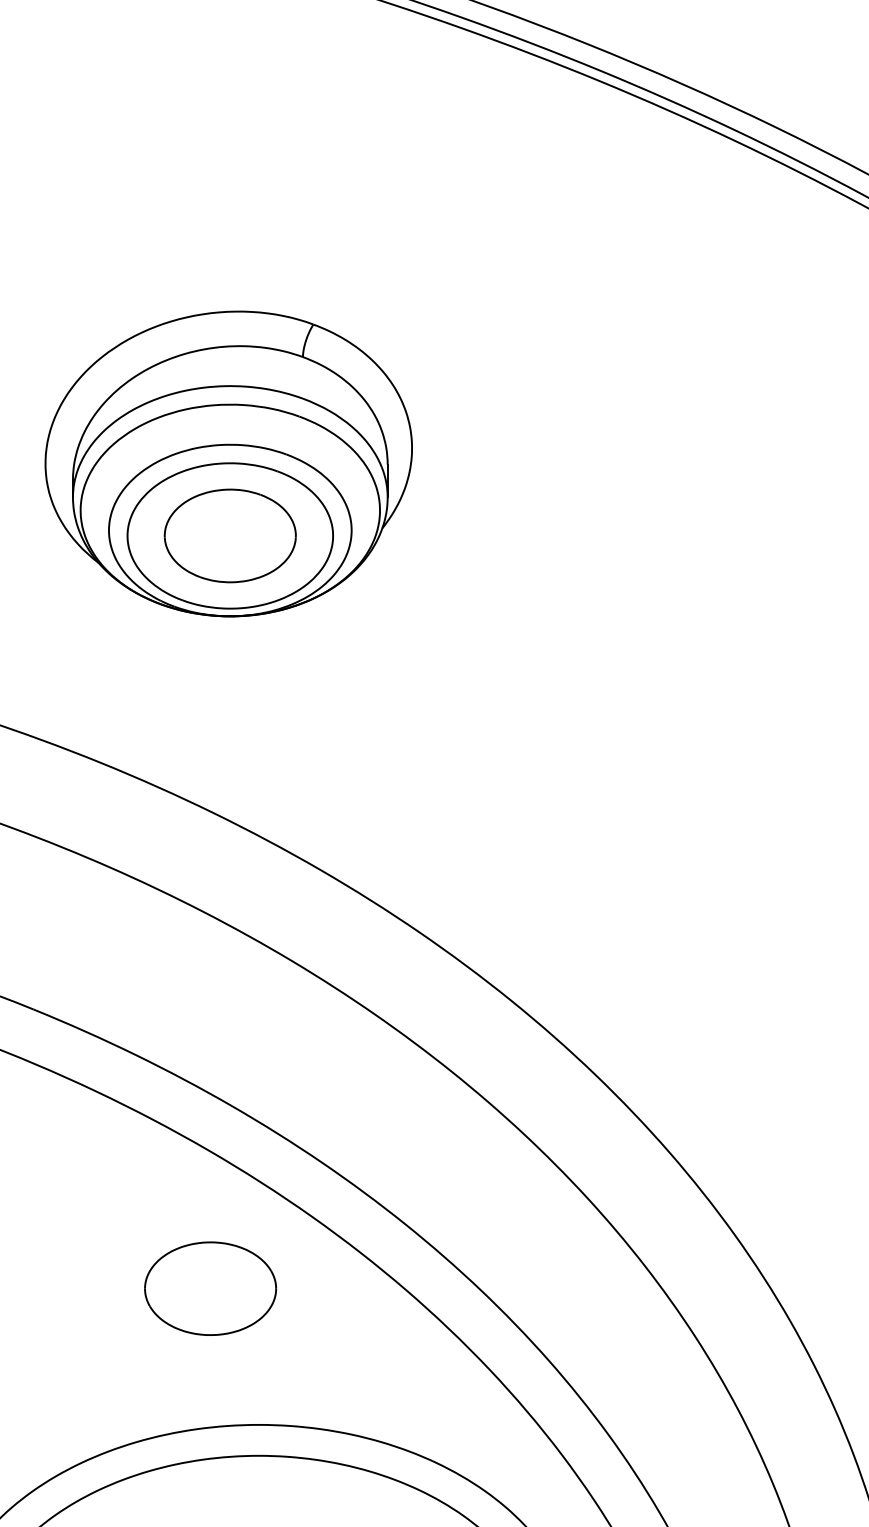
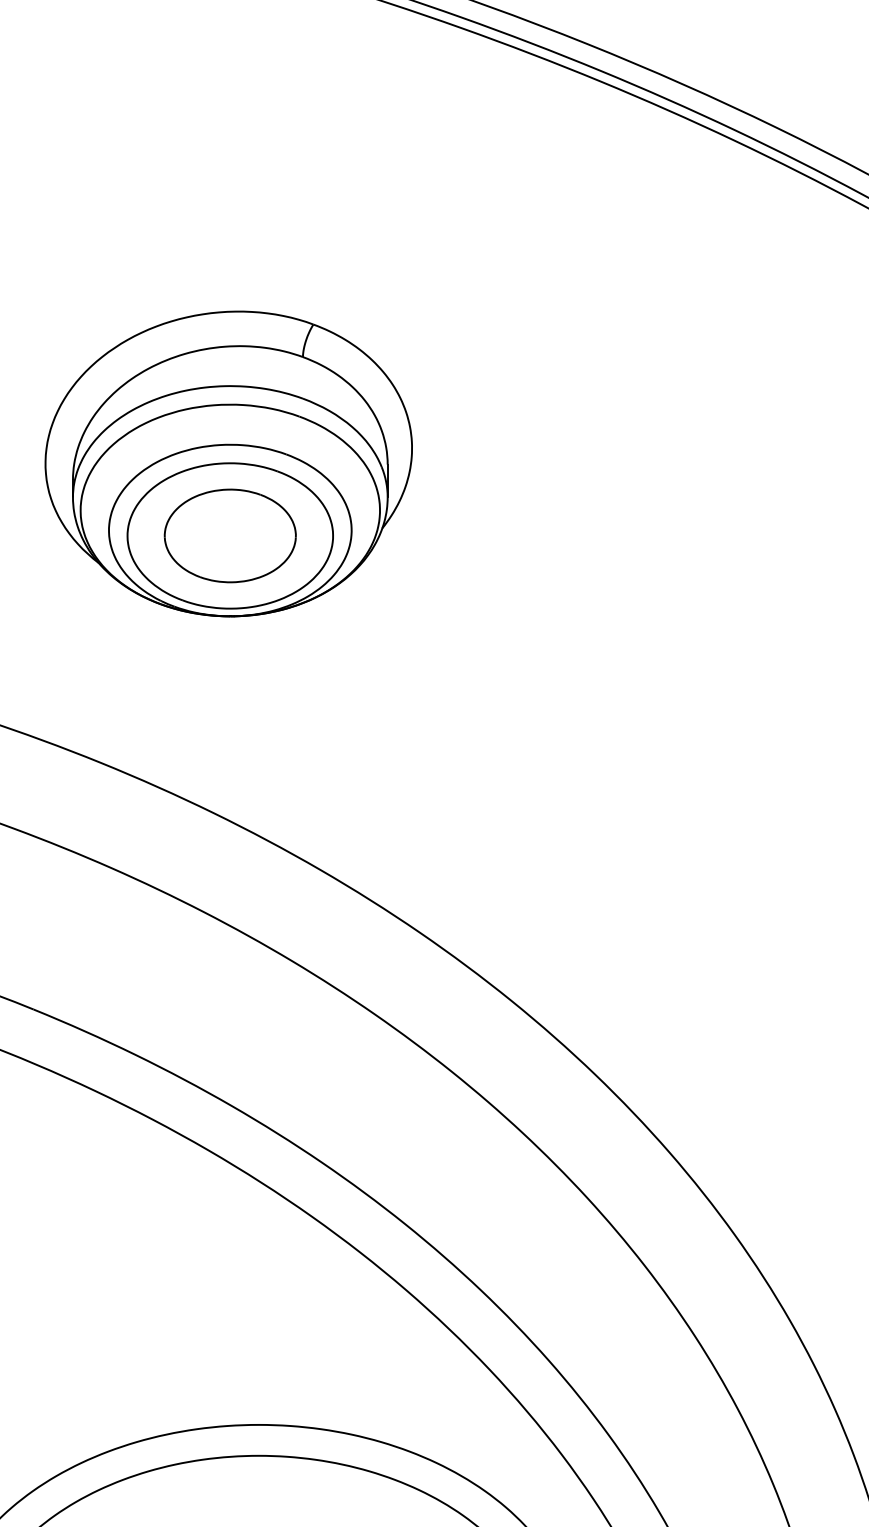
part at (210, 1288): present -> none
